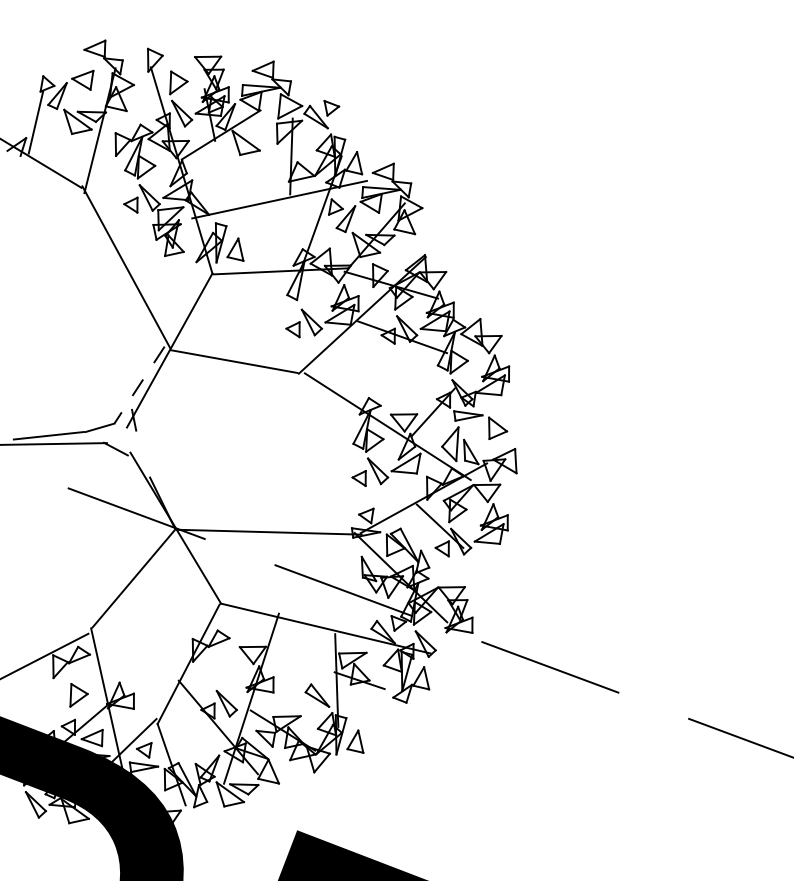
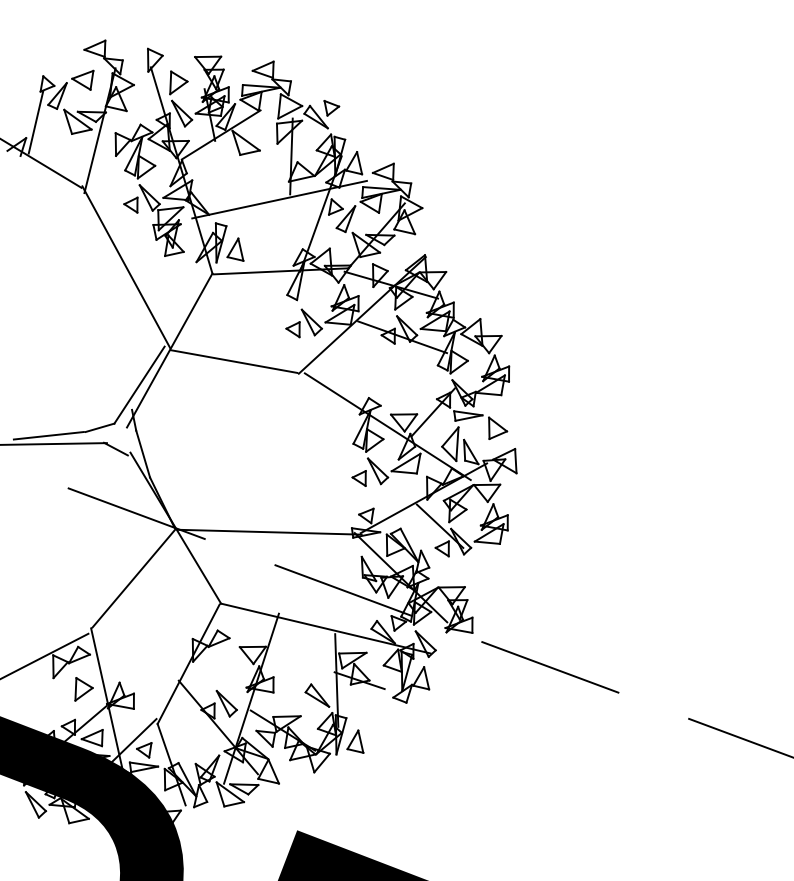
line at (139, 385): dashed -> solid
line at (143, 453): none -> present
part at (78, 695) position: (78, 695) -> (83, 689)
